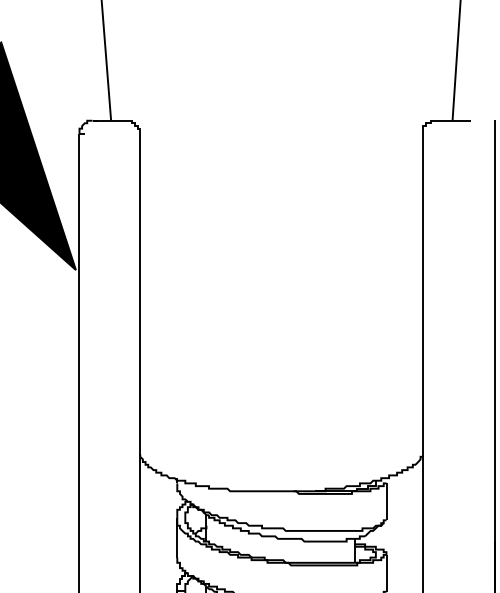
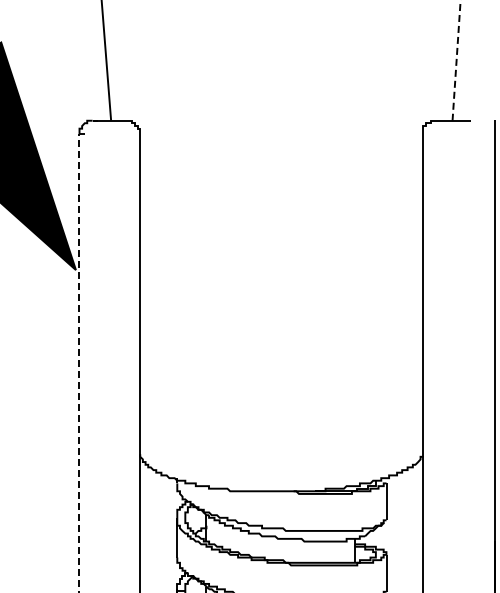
line at (456, 60): solid -> dashed
line at (79, 362): solid -> dashed
